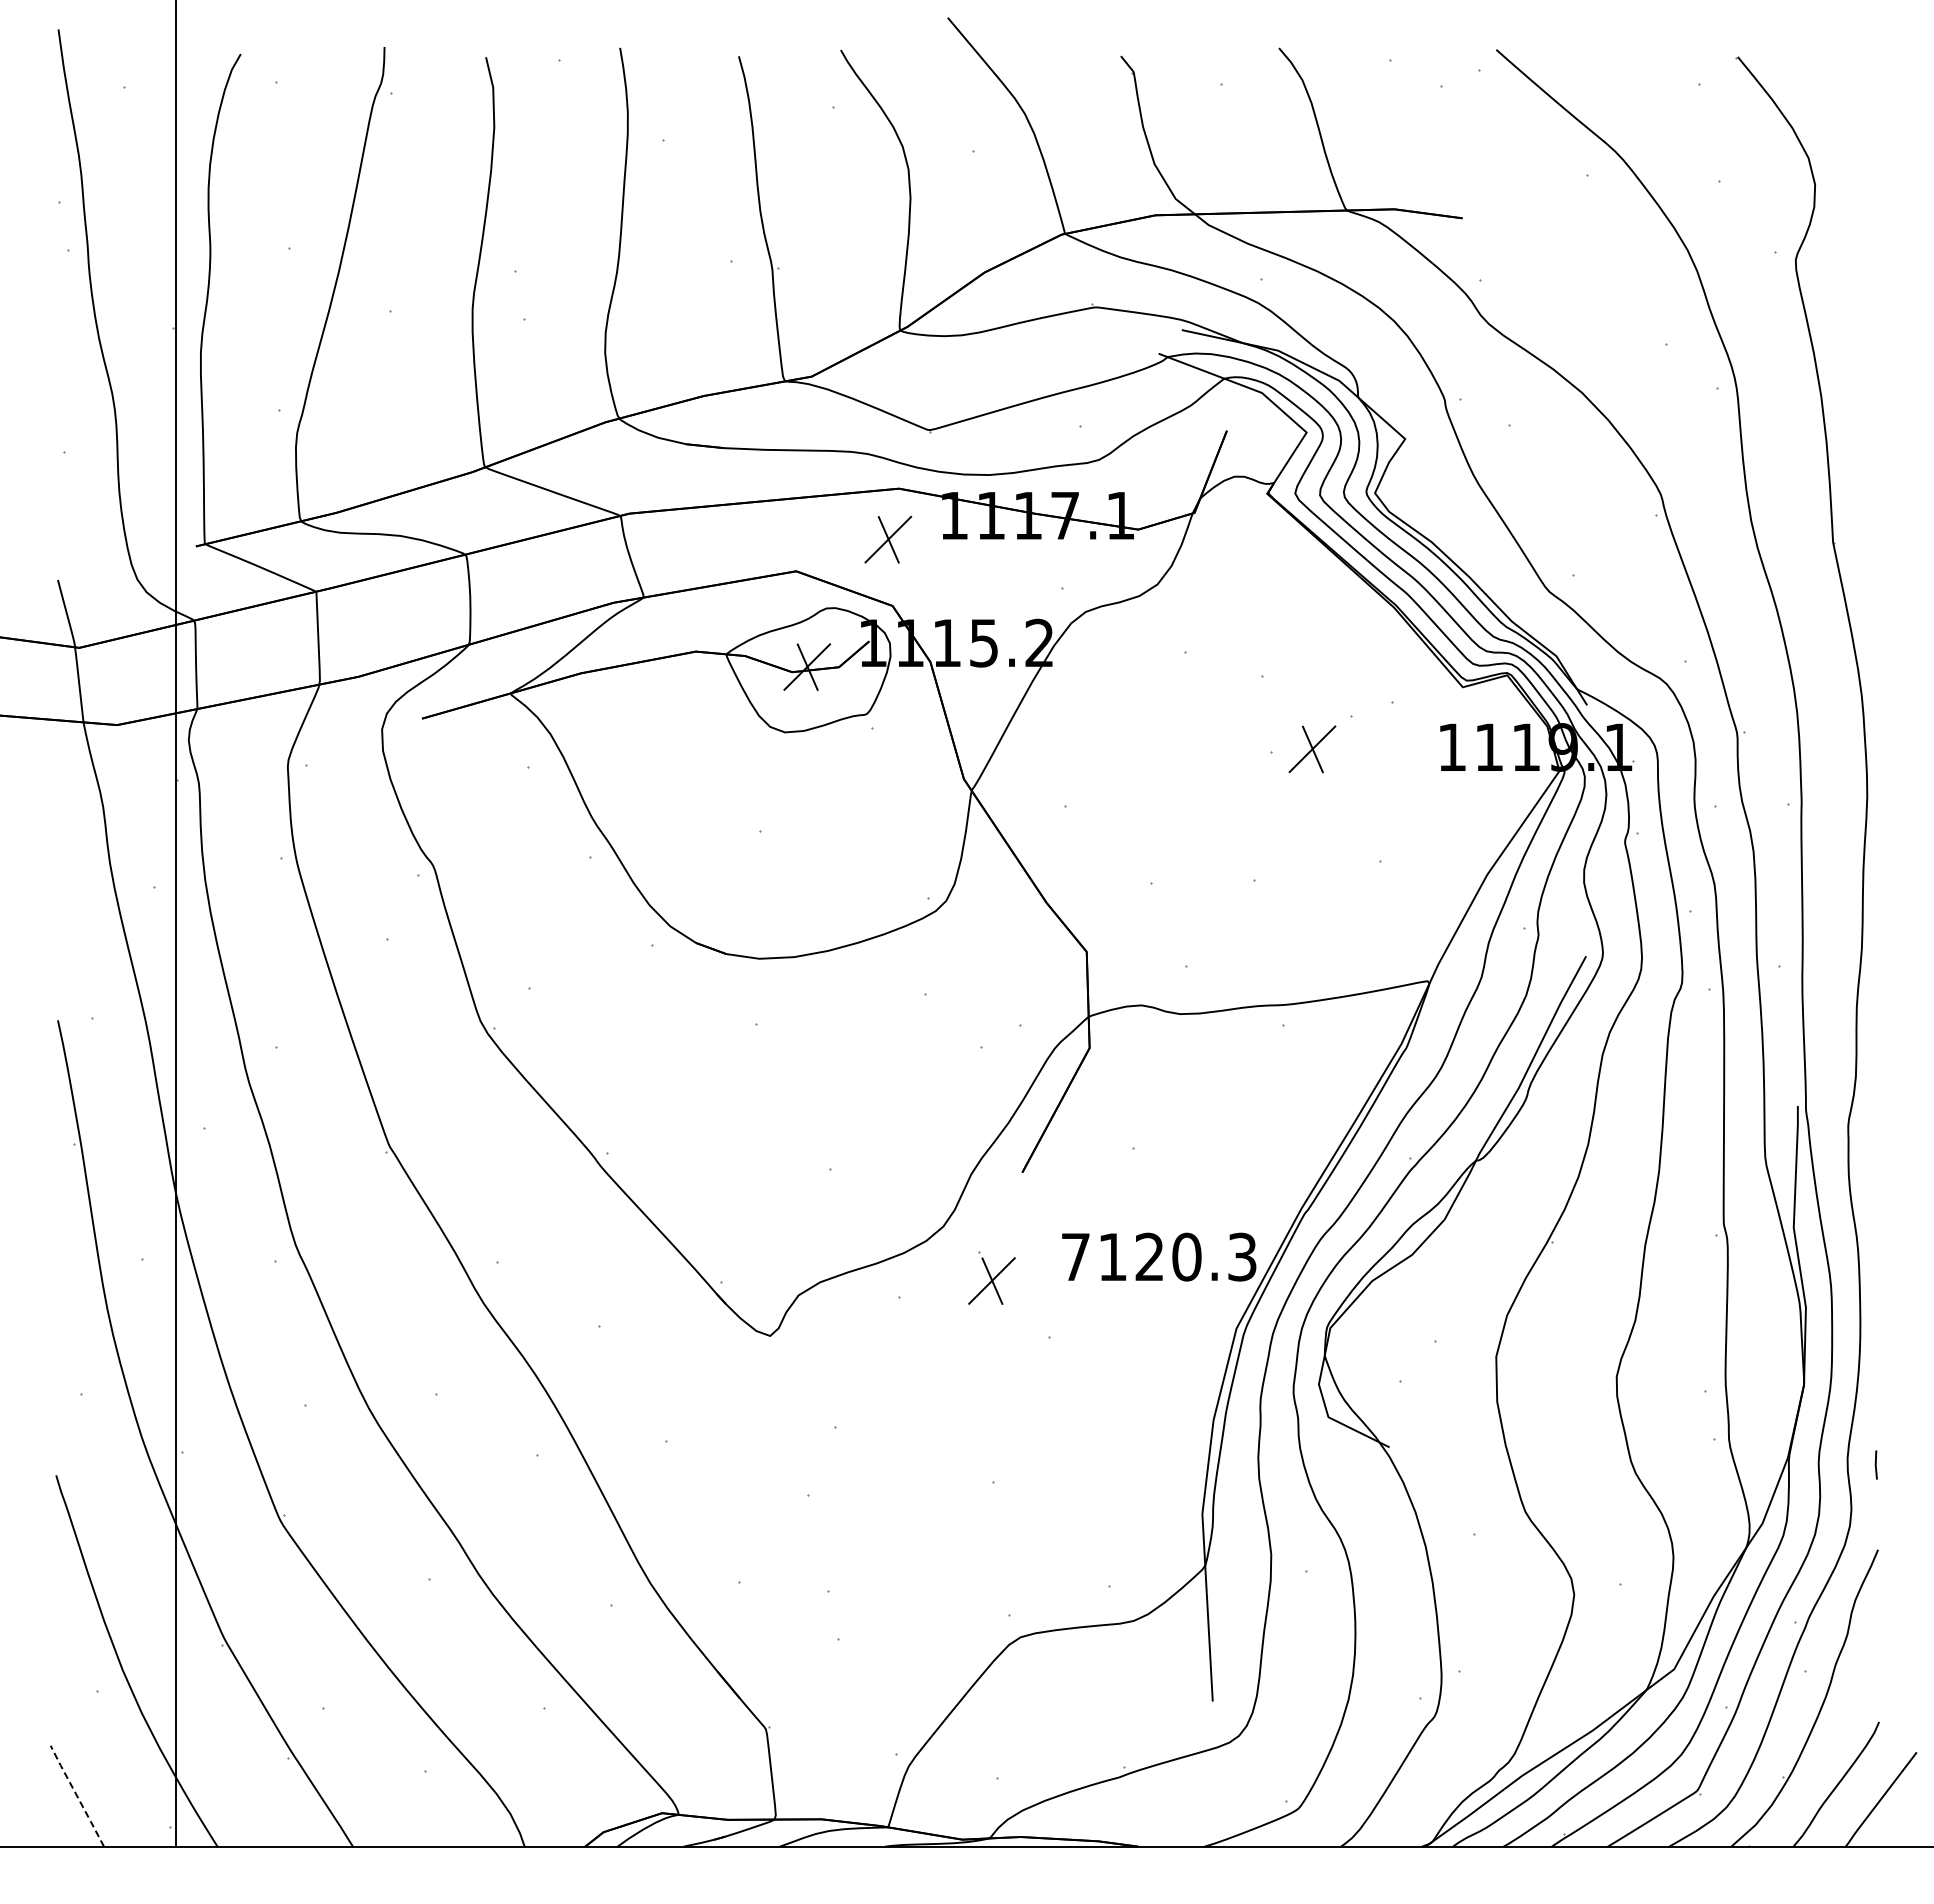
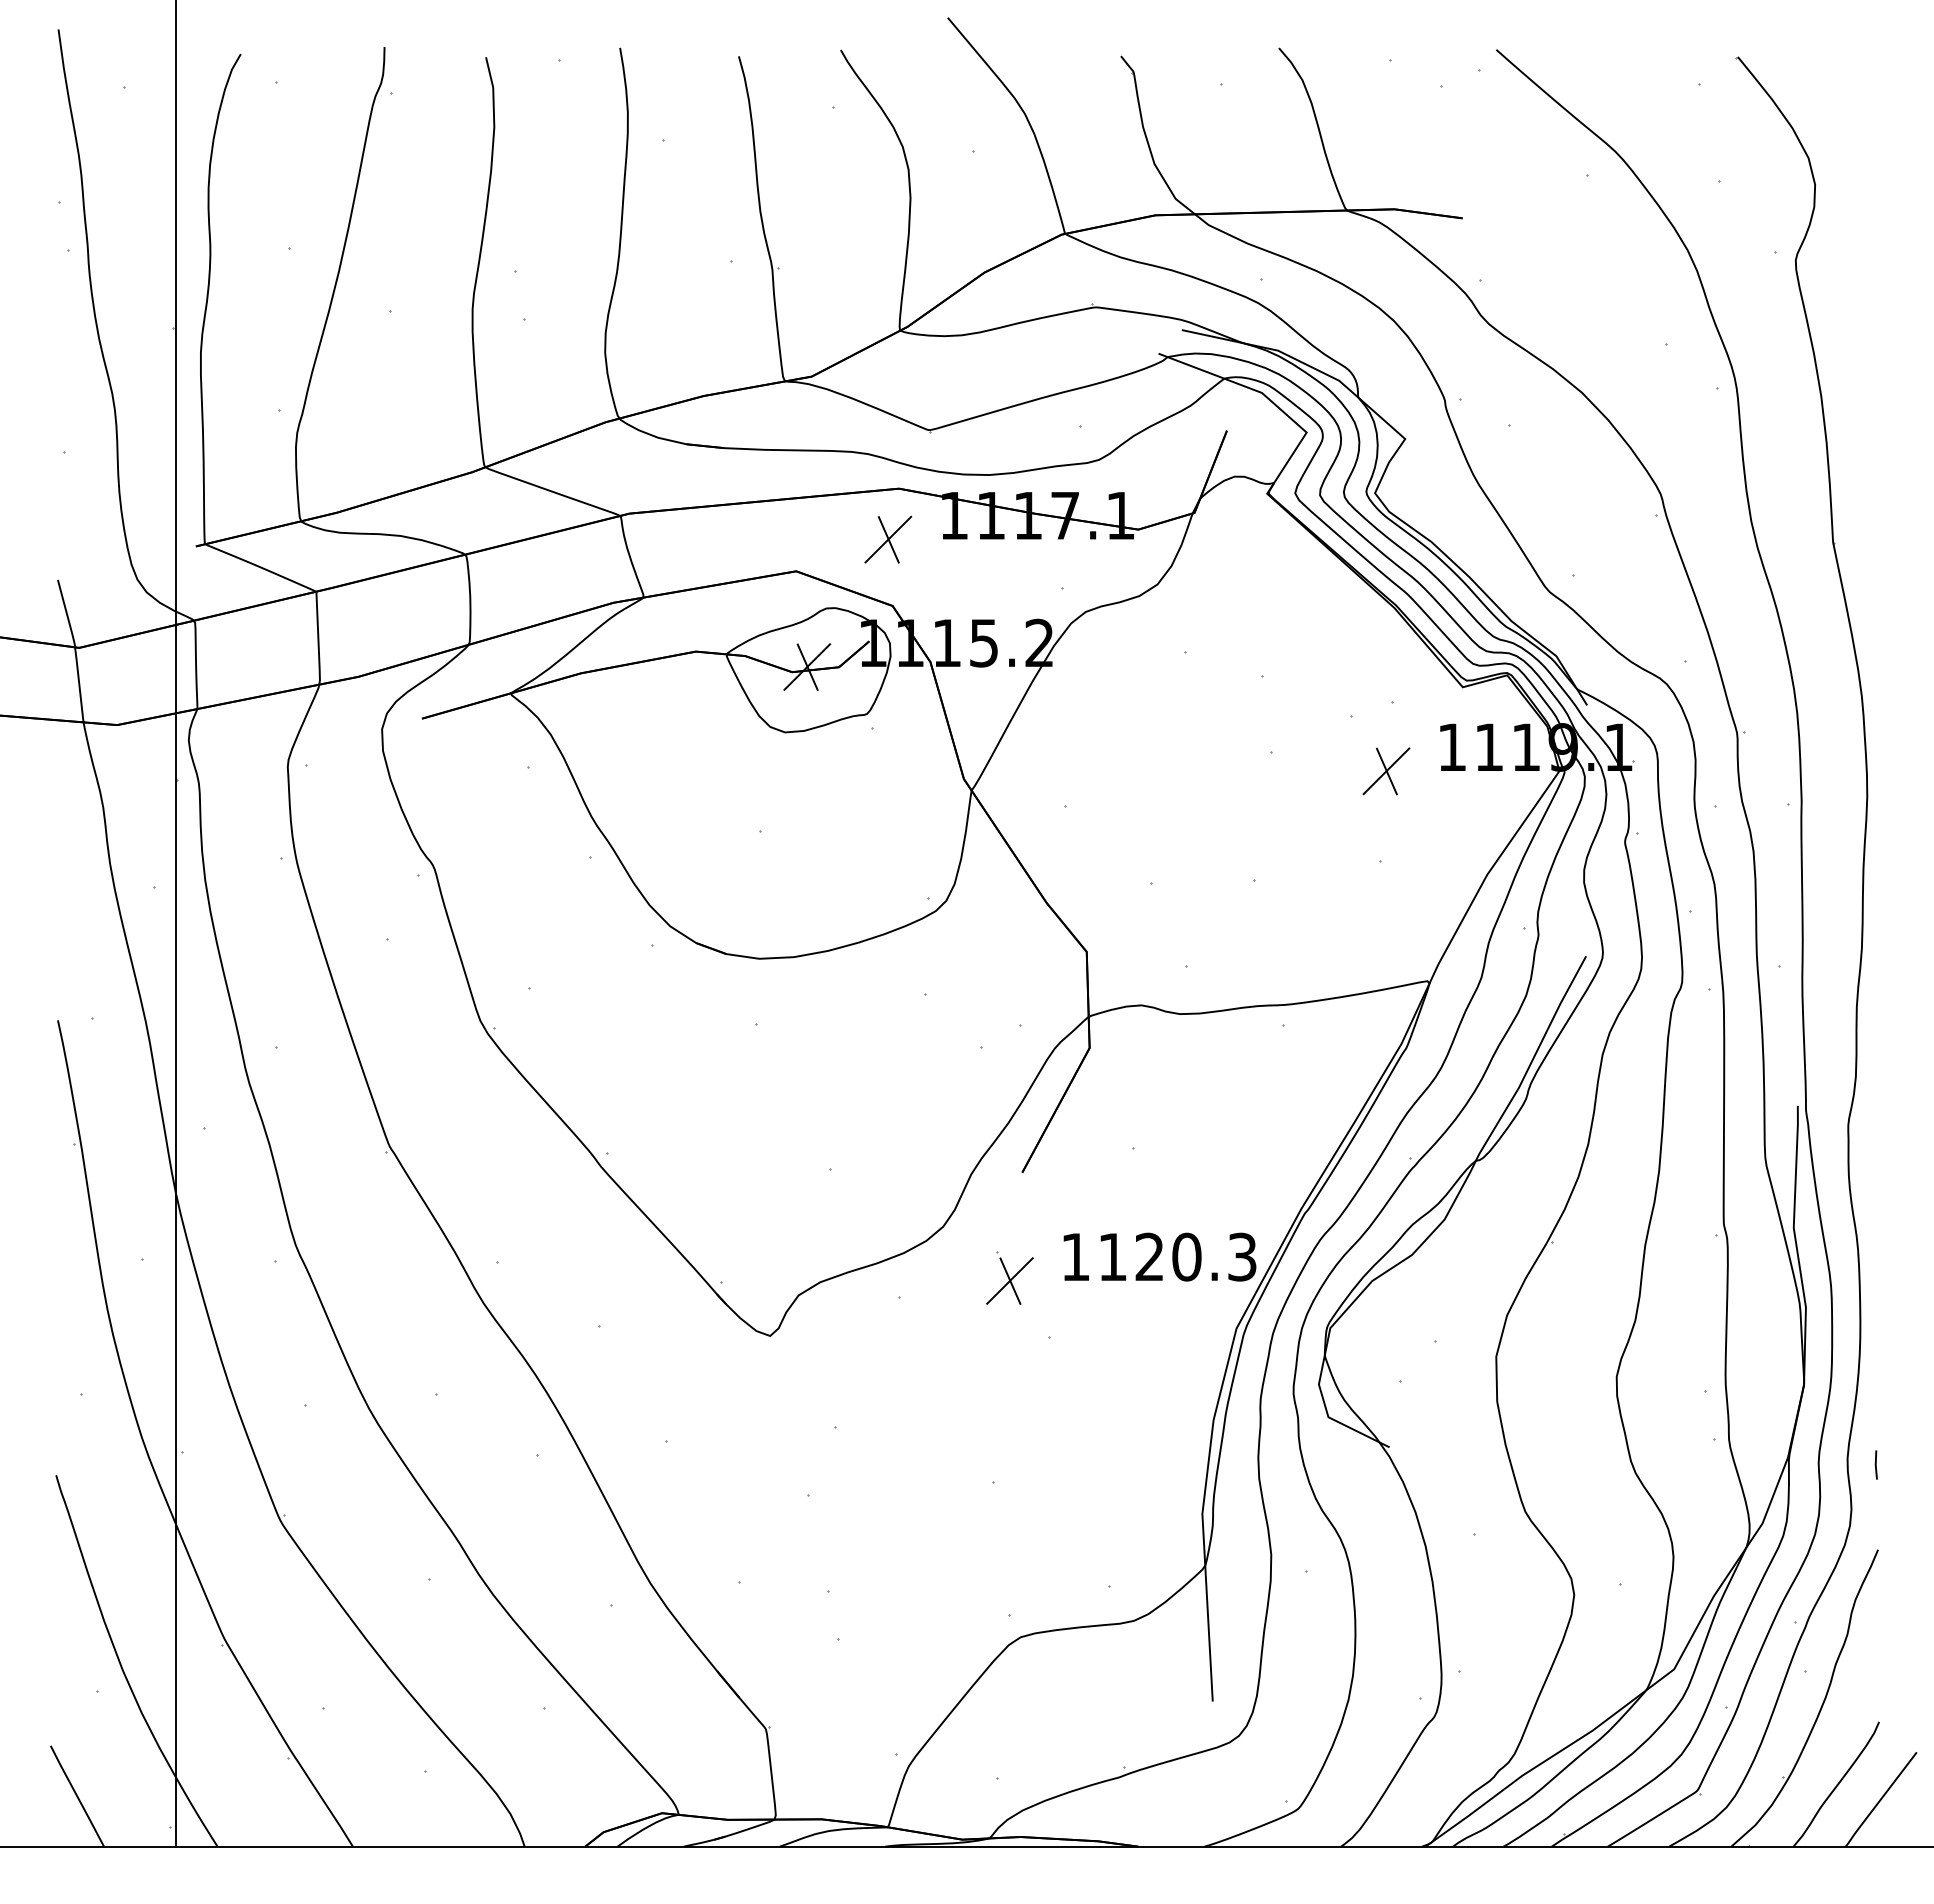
part at (1312, 749) position: (1312, 749) -> (1386, 771)
text at (1075, 1256): 7120.3 -> 1120.3
part at (991, 1277) position: (991, 1277) -> (1009, 1277)
line at (77, 1796): dashed -> solid
